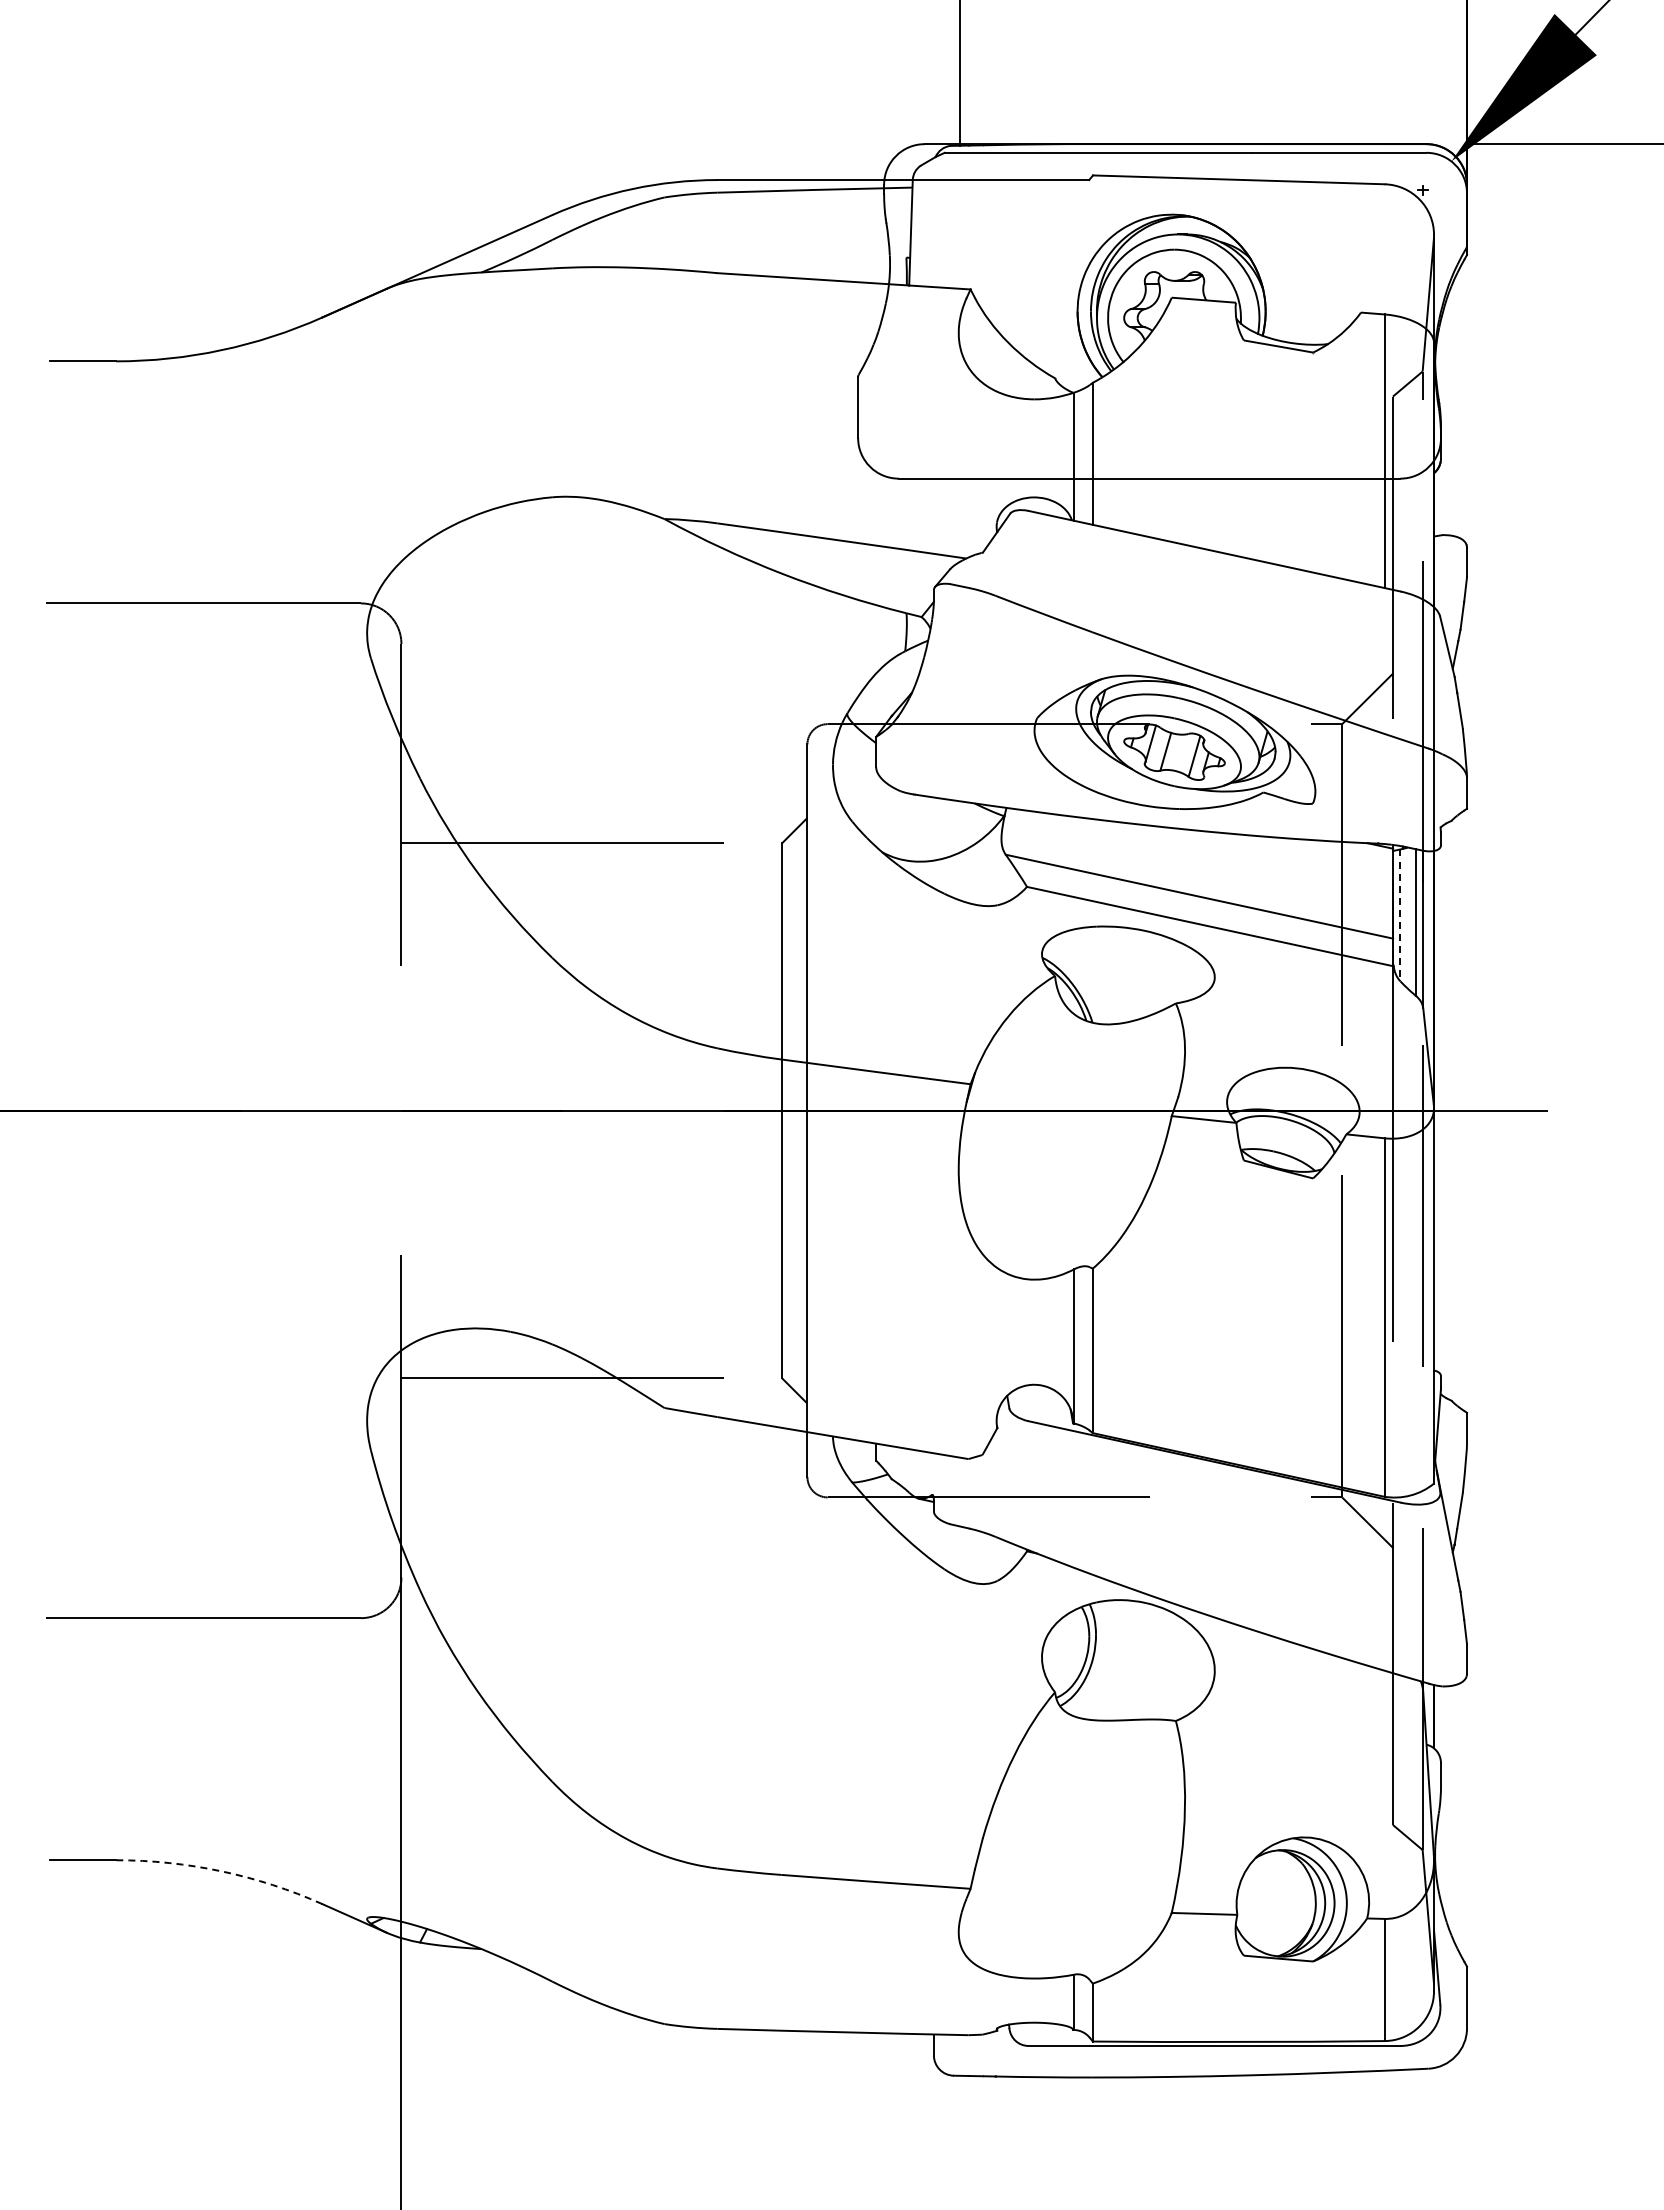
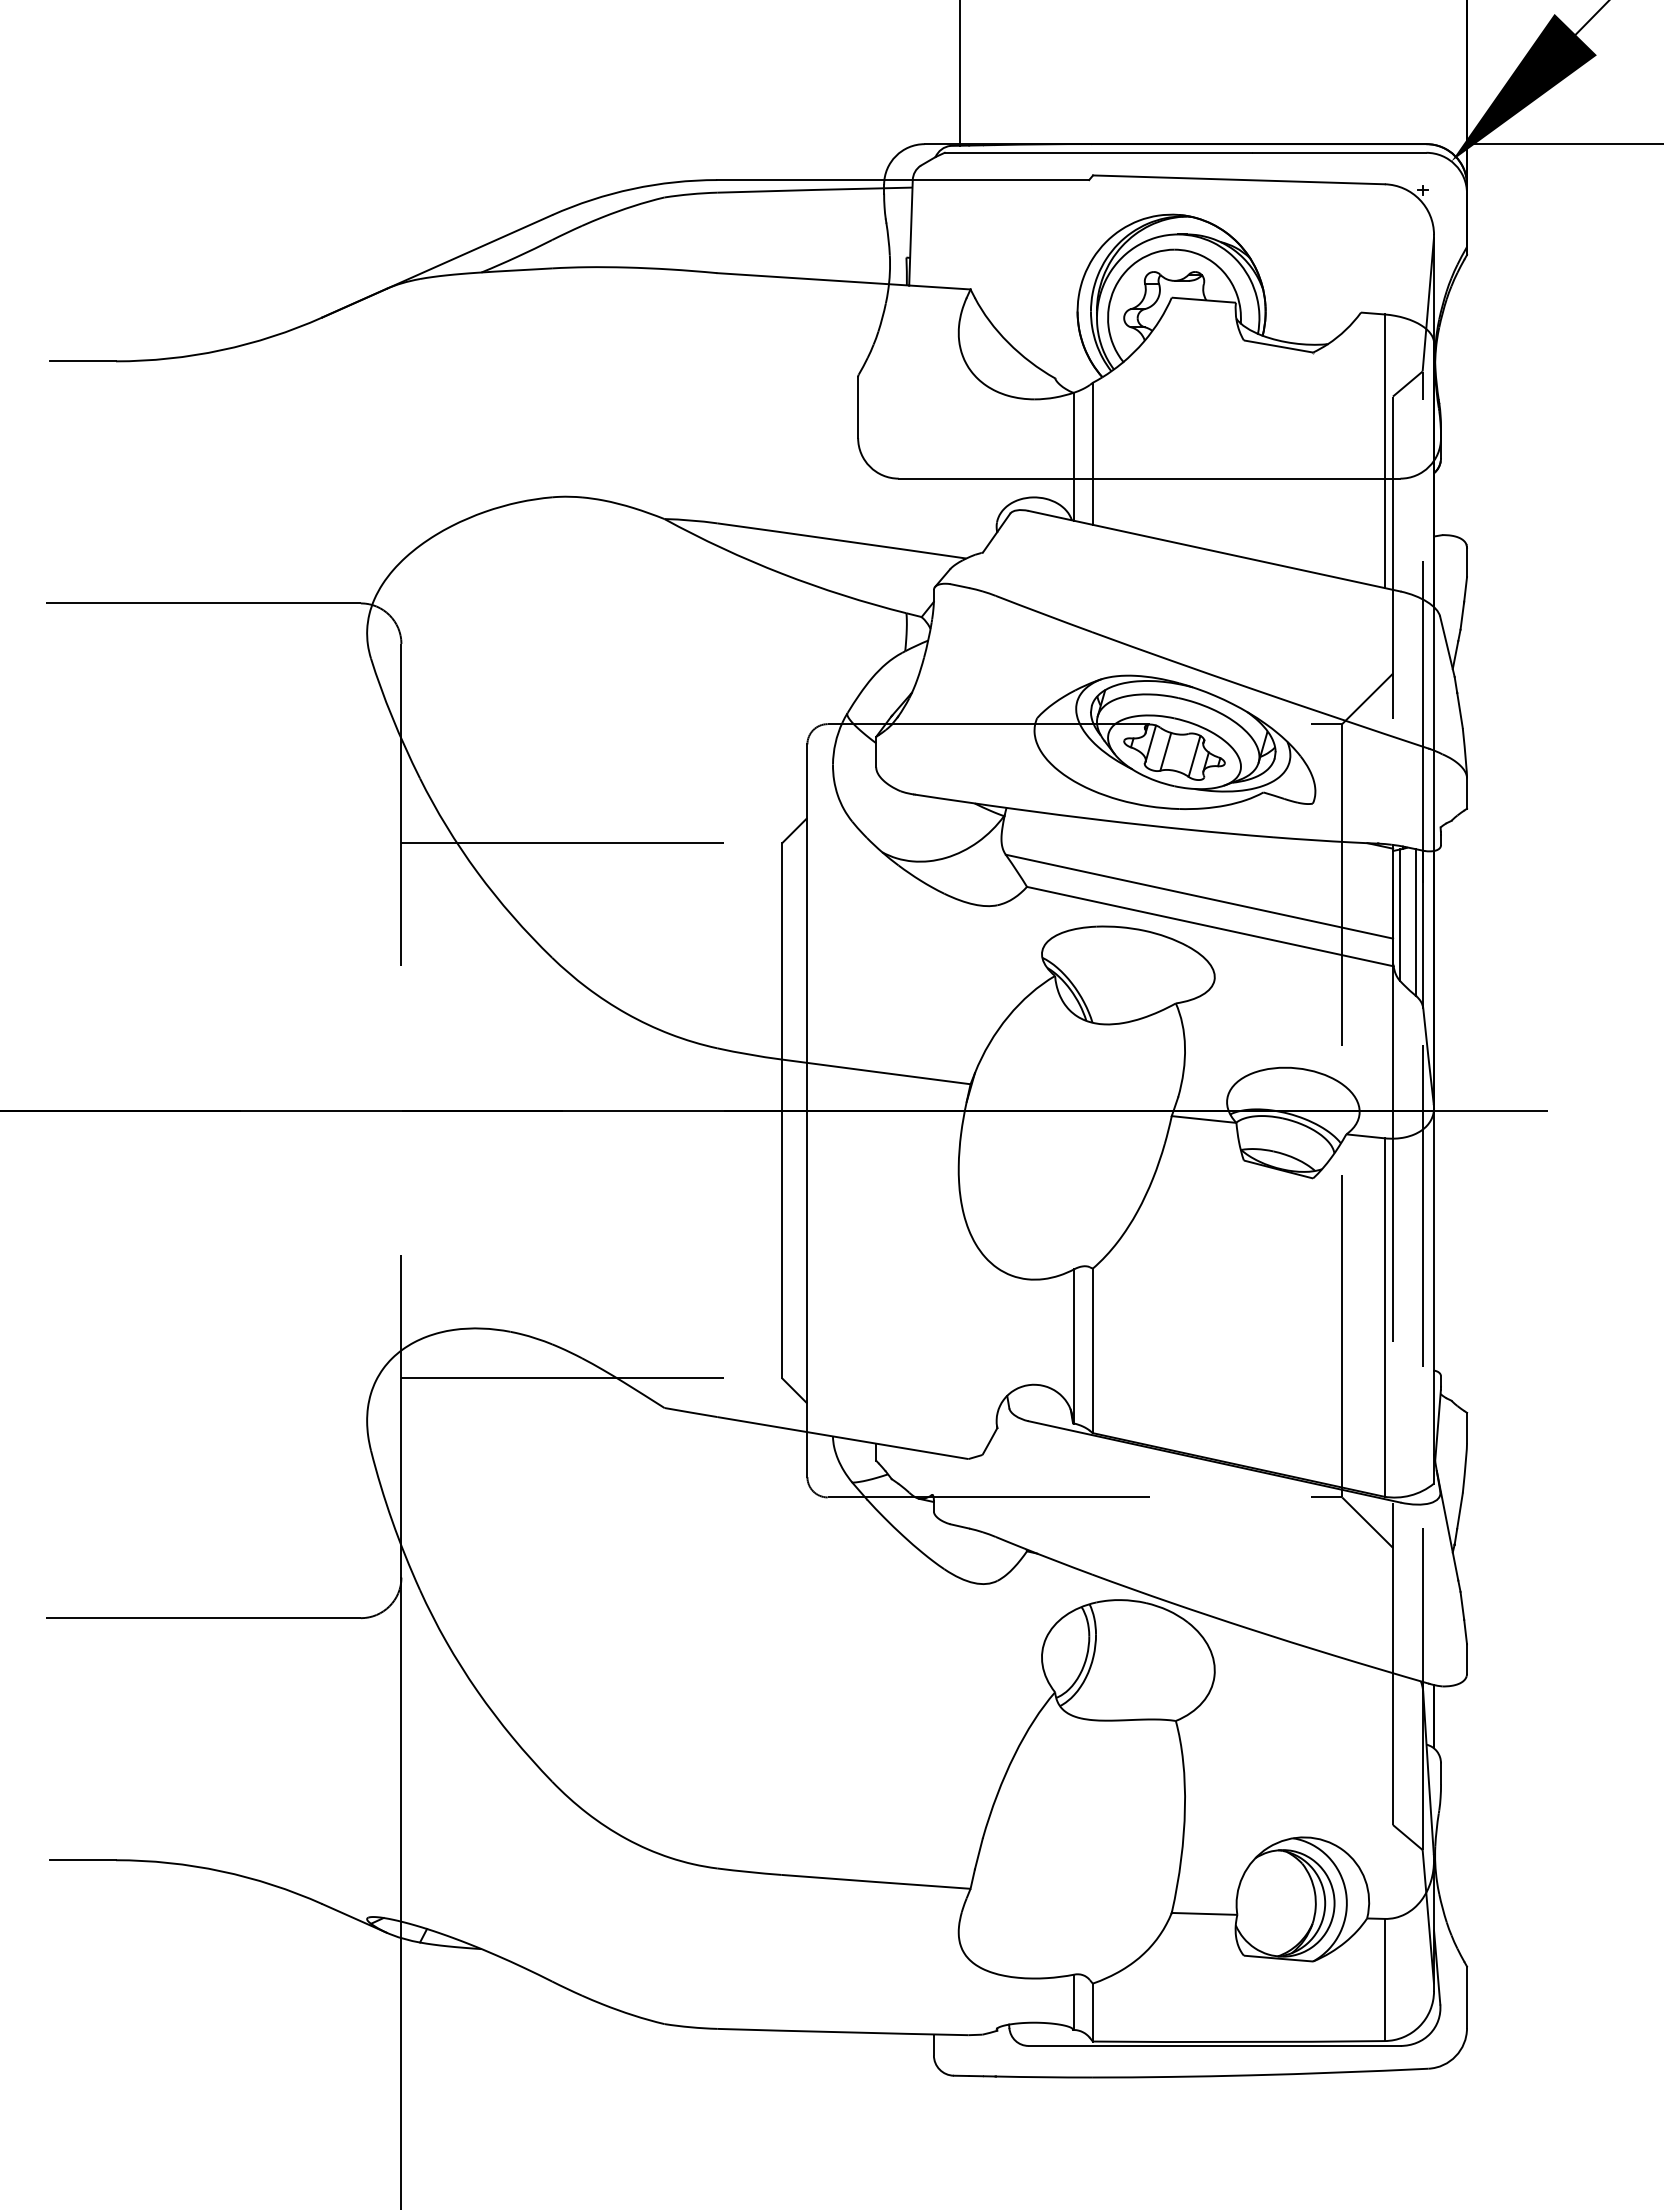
line at (1400, 915): dashed -> solid
arc at (221, 1871): dashed -> solid
